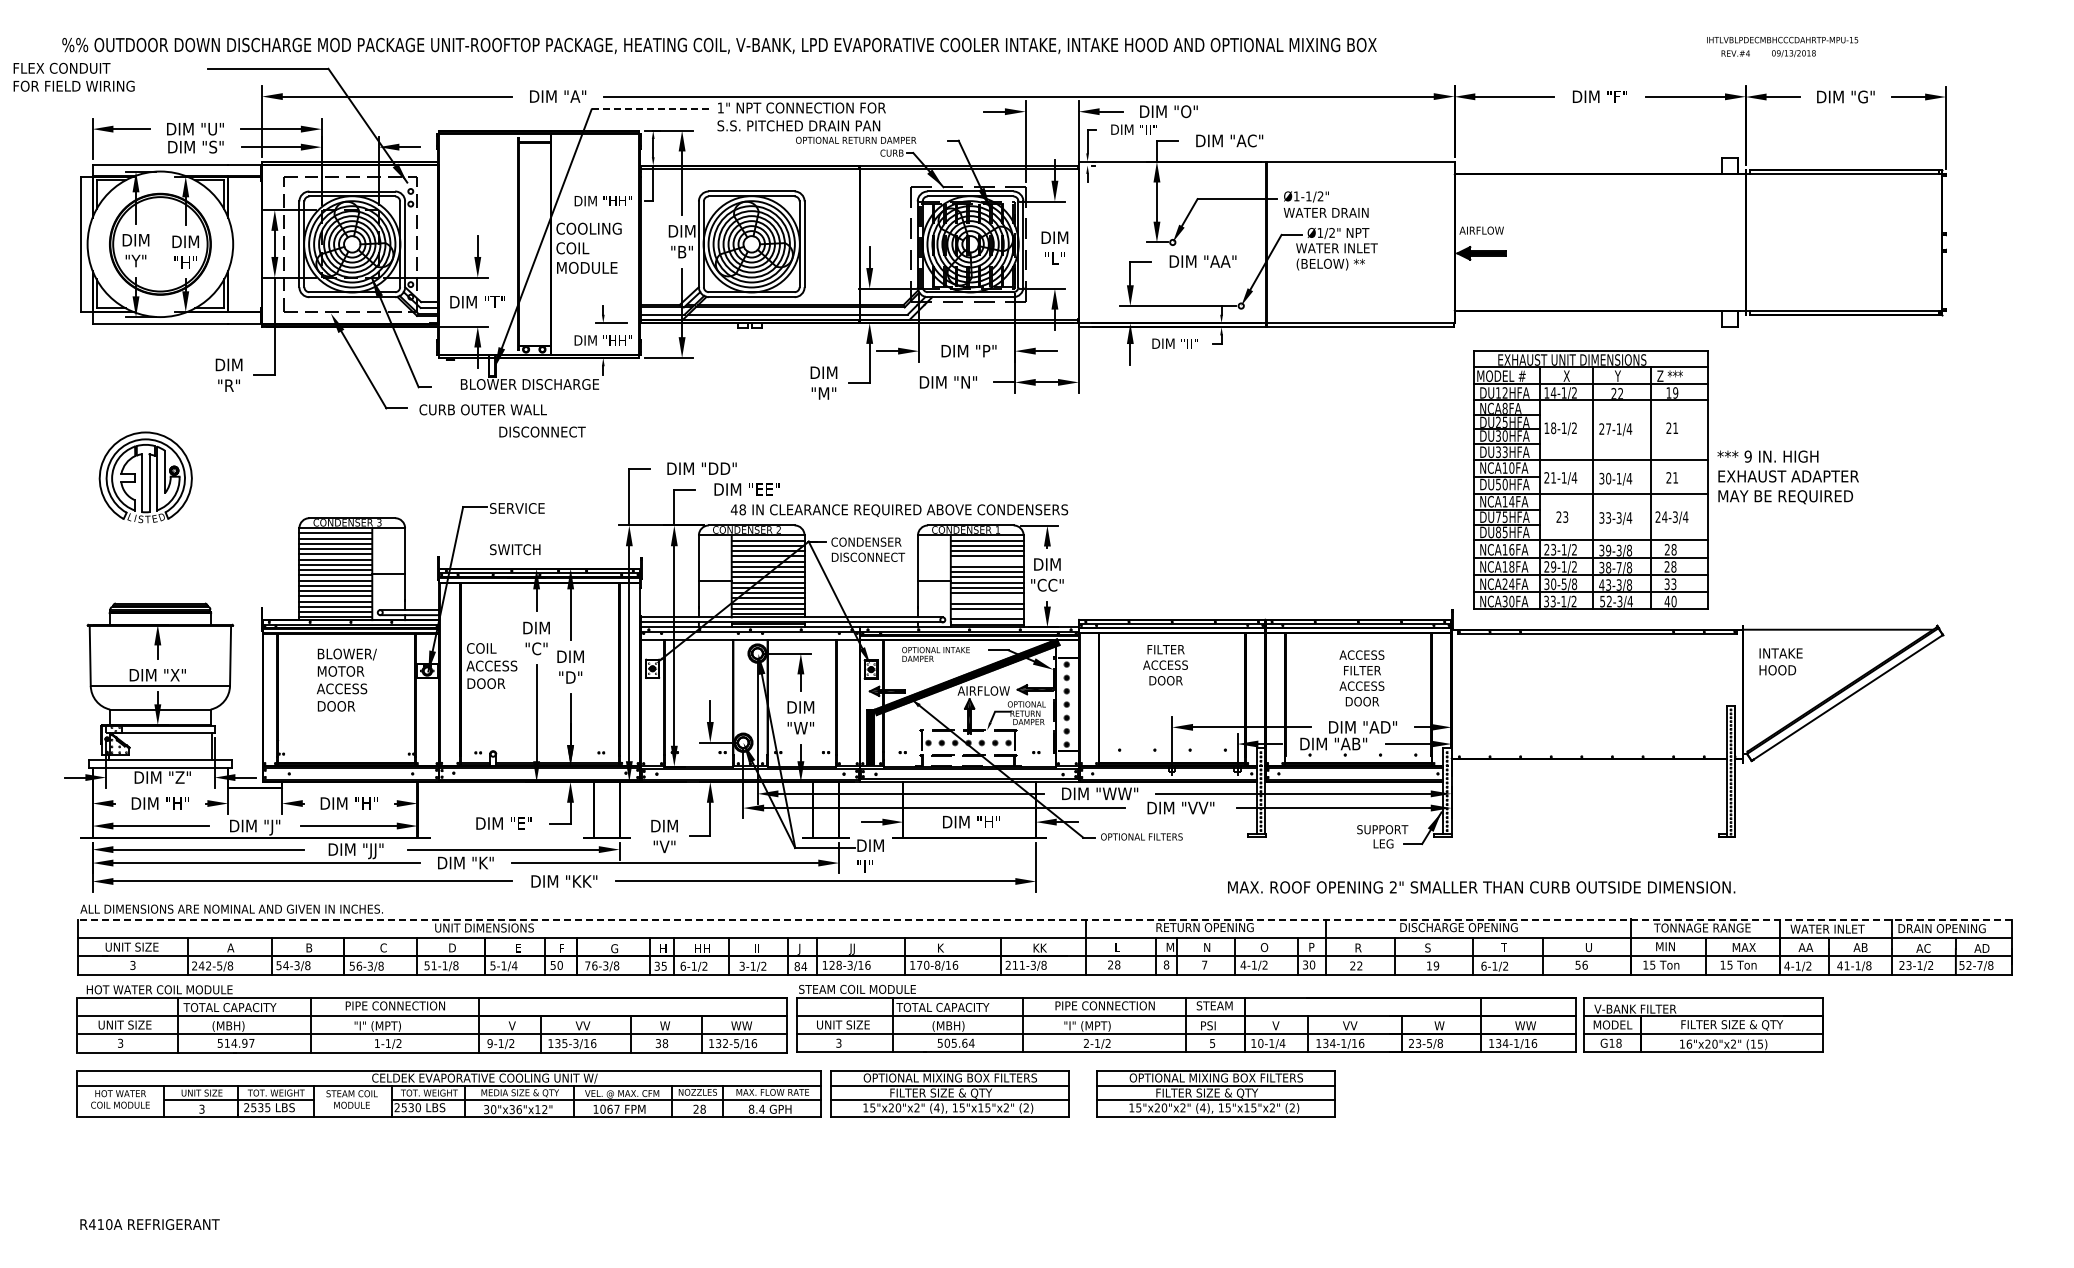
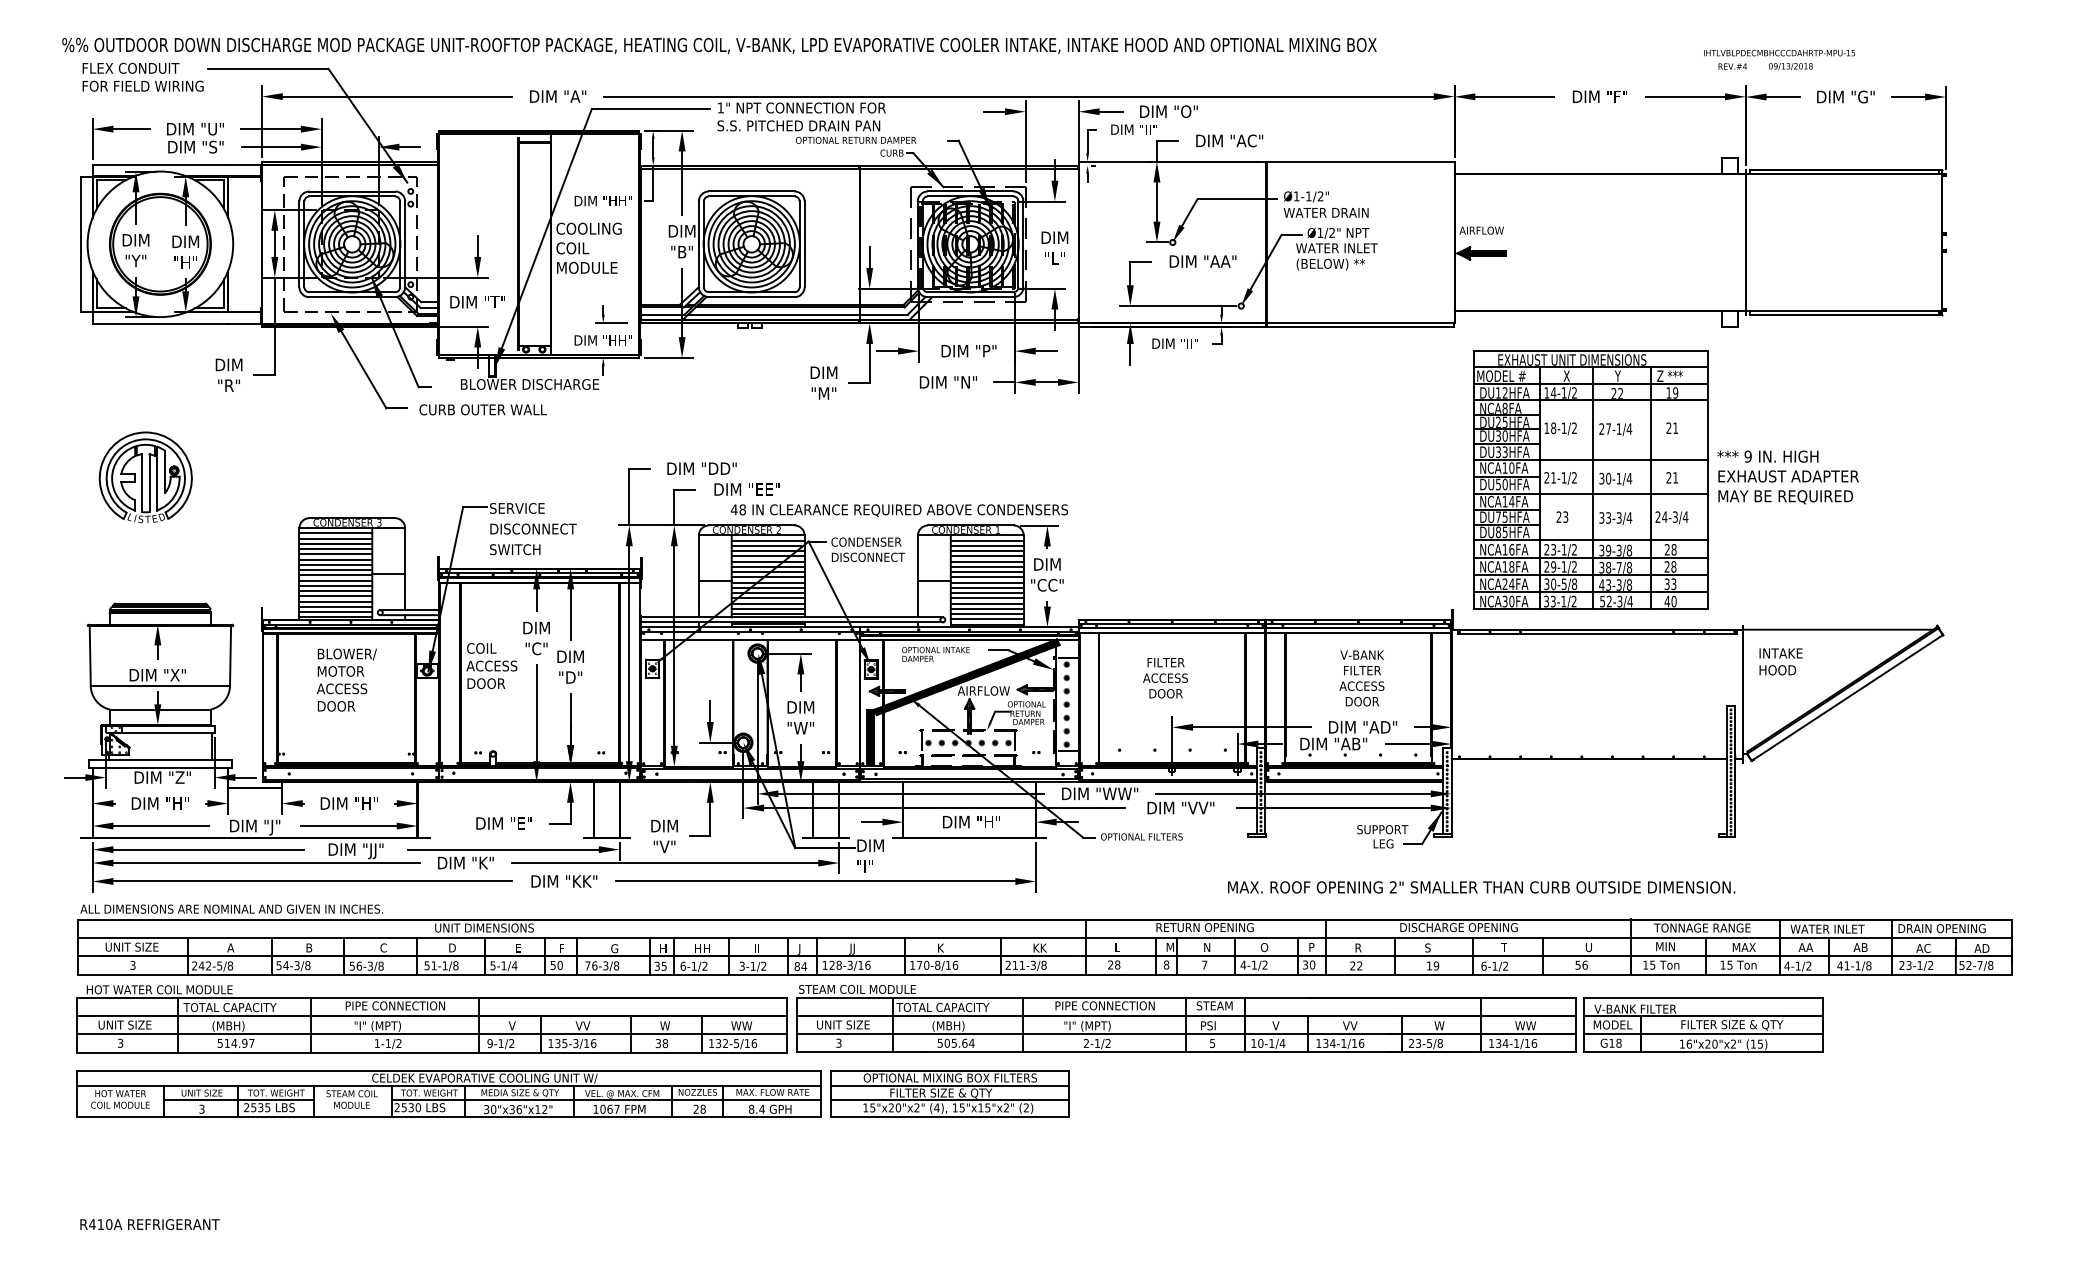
text at (1782, 46) position: (1782, 46) -> (1779, 59)
text at (73, 76) position: (73, 76) -> (142, 76)
line at (651, 109): dashed -> solid
text at (542, 431) position: (542, 431) -> (533, 528)
text at (1574, 477): 21-1/4 -> 21-1/2
line at (986, 561): none -> present
line at (986, 598): none -> present
line at (986, 614): none -> present
text at (1361, 654): ACCESS -> V-BANK
text at (1165, 665) position: (1165, 665) -> (1165, 678)
line at (1044, 919): dashed -> solid
part at (1215, 1093): present -> none
